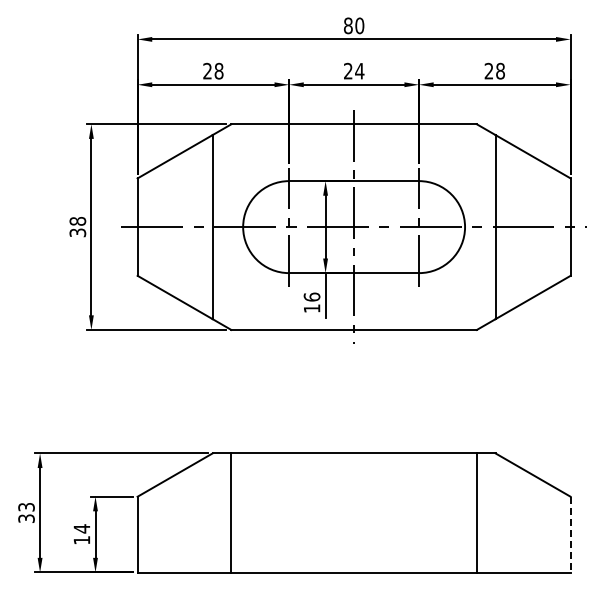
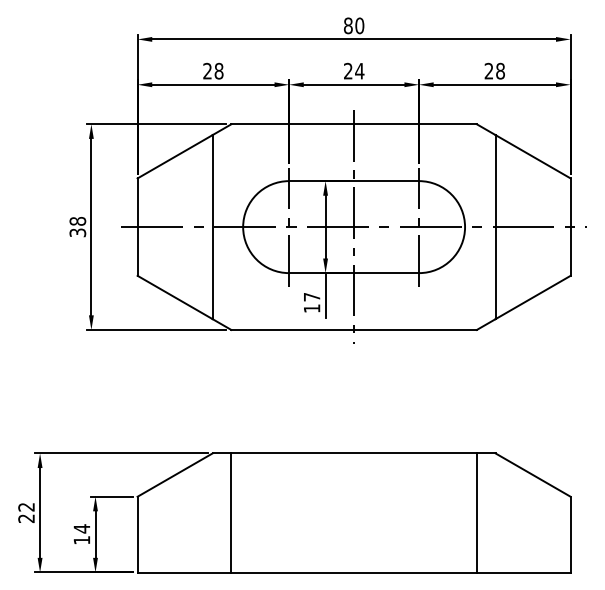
text at (311, 296): 16 -> 17
text at (26, 512): 33 -> 22
line at (570, 534): dashed -> solid
